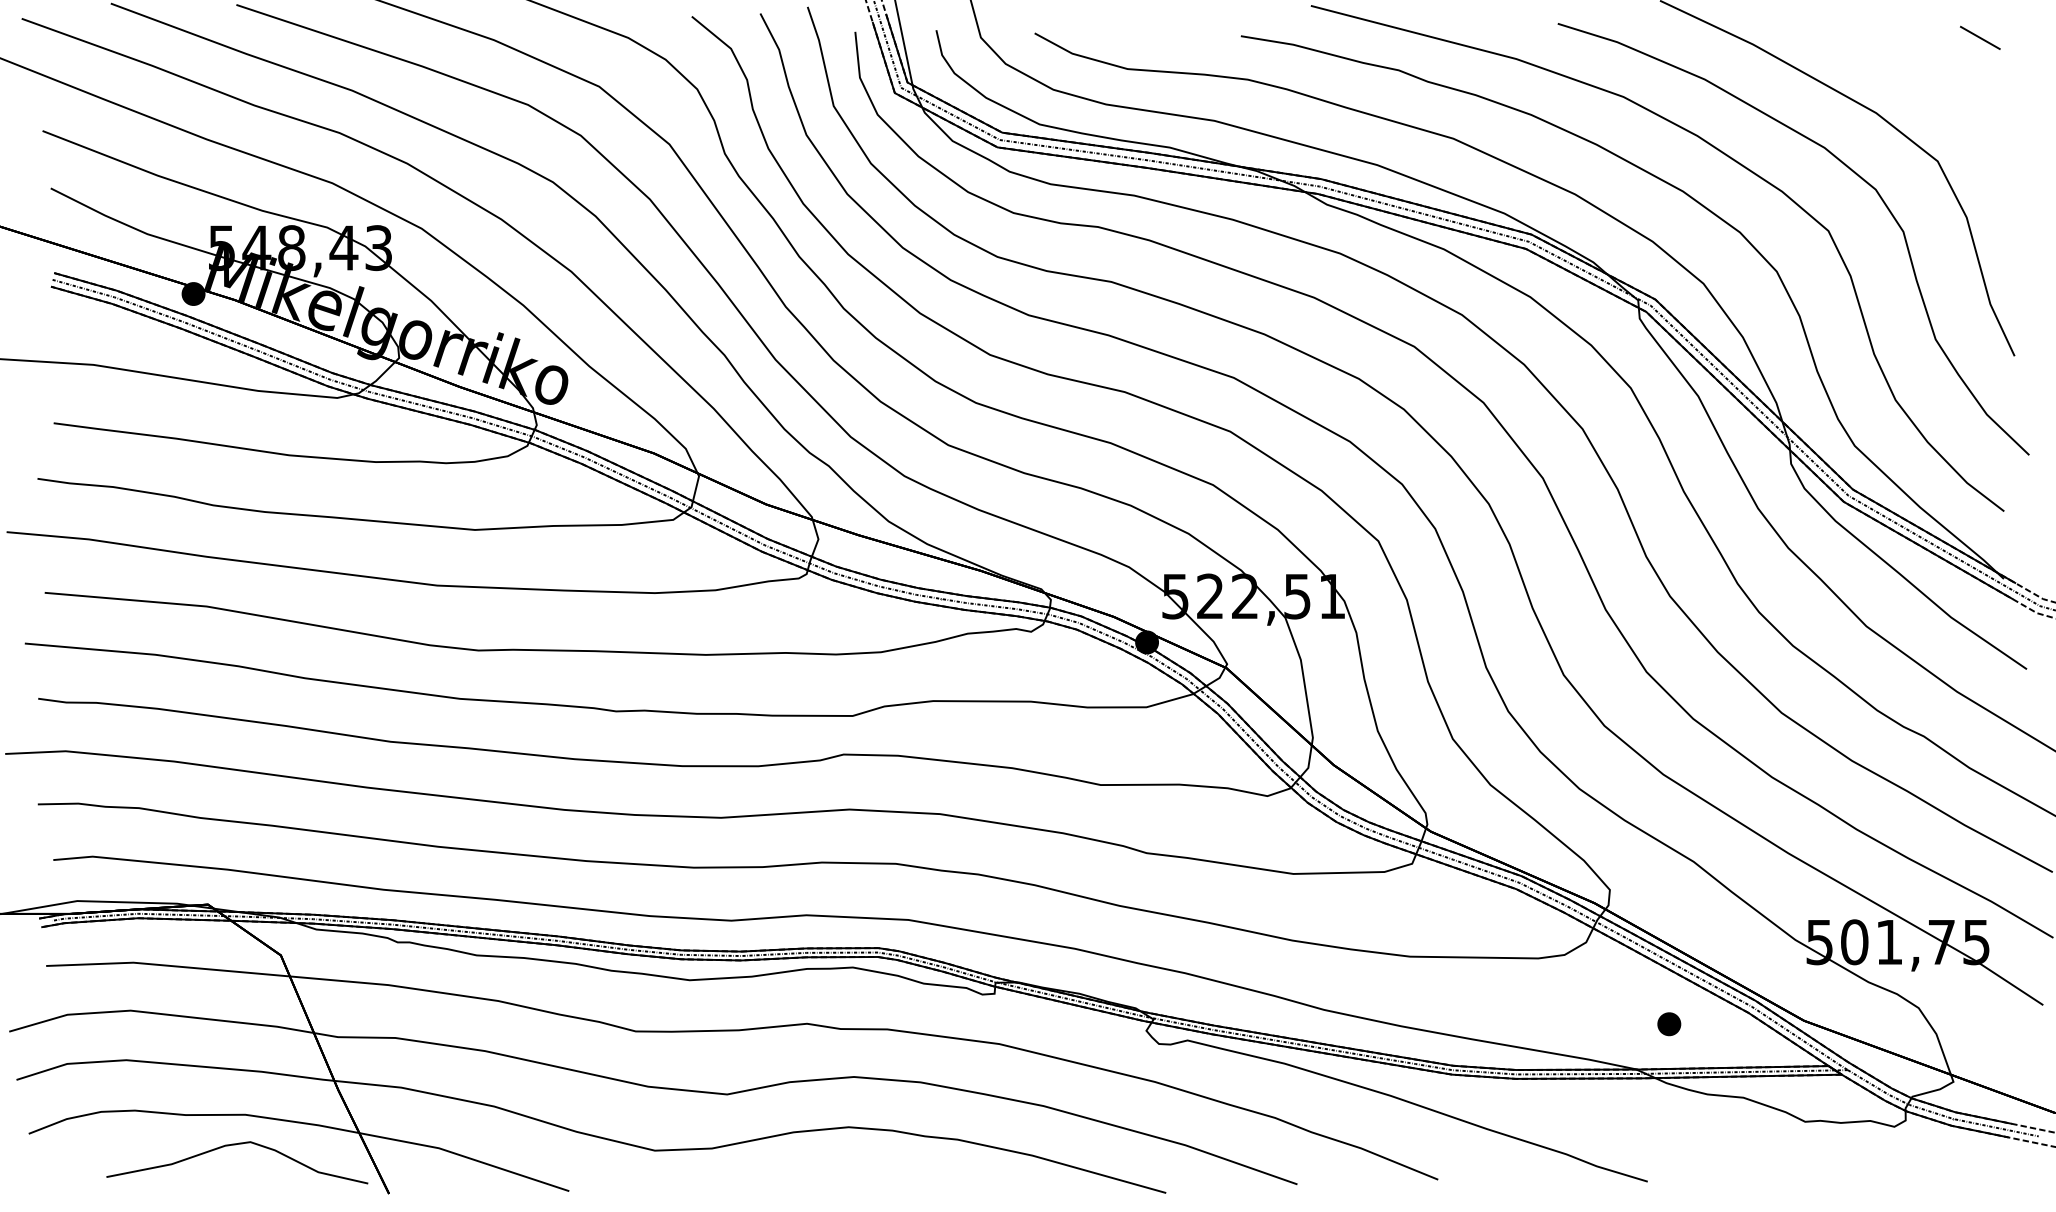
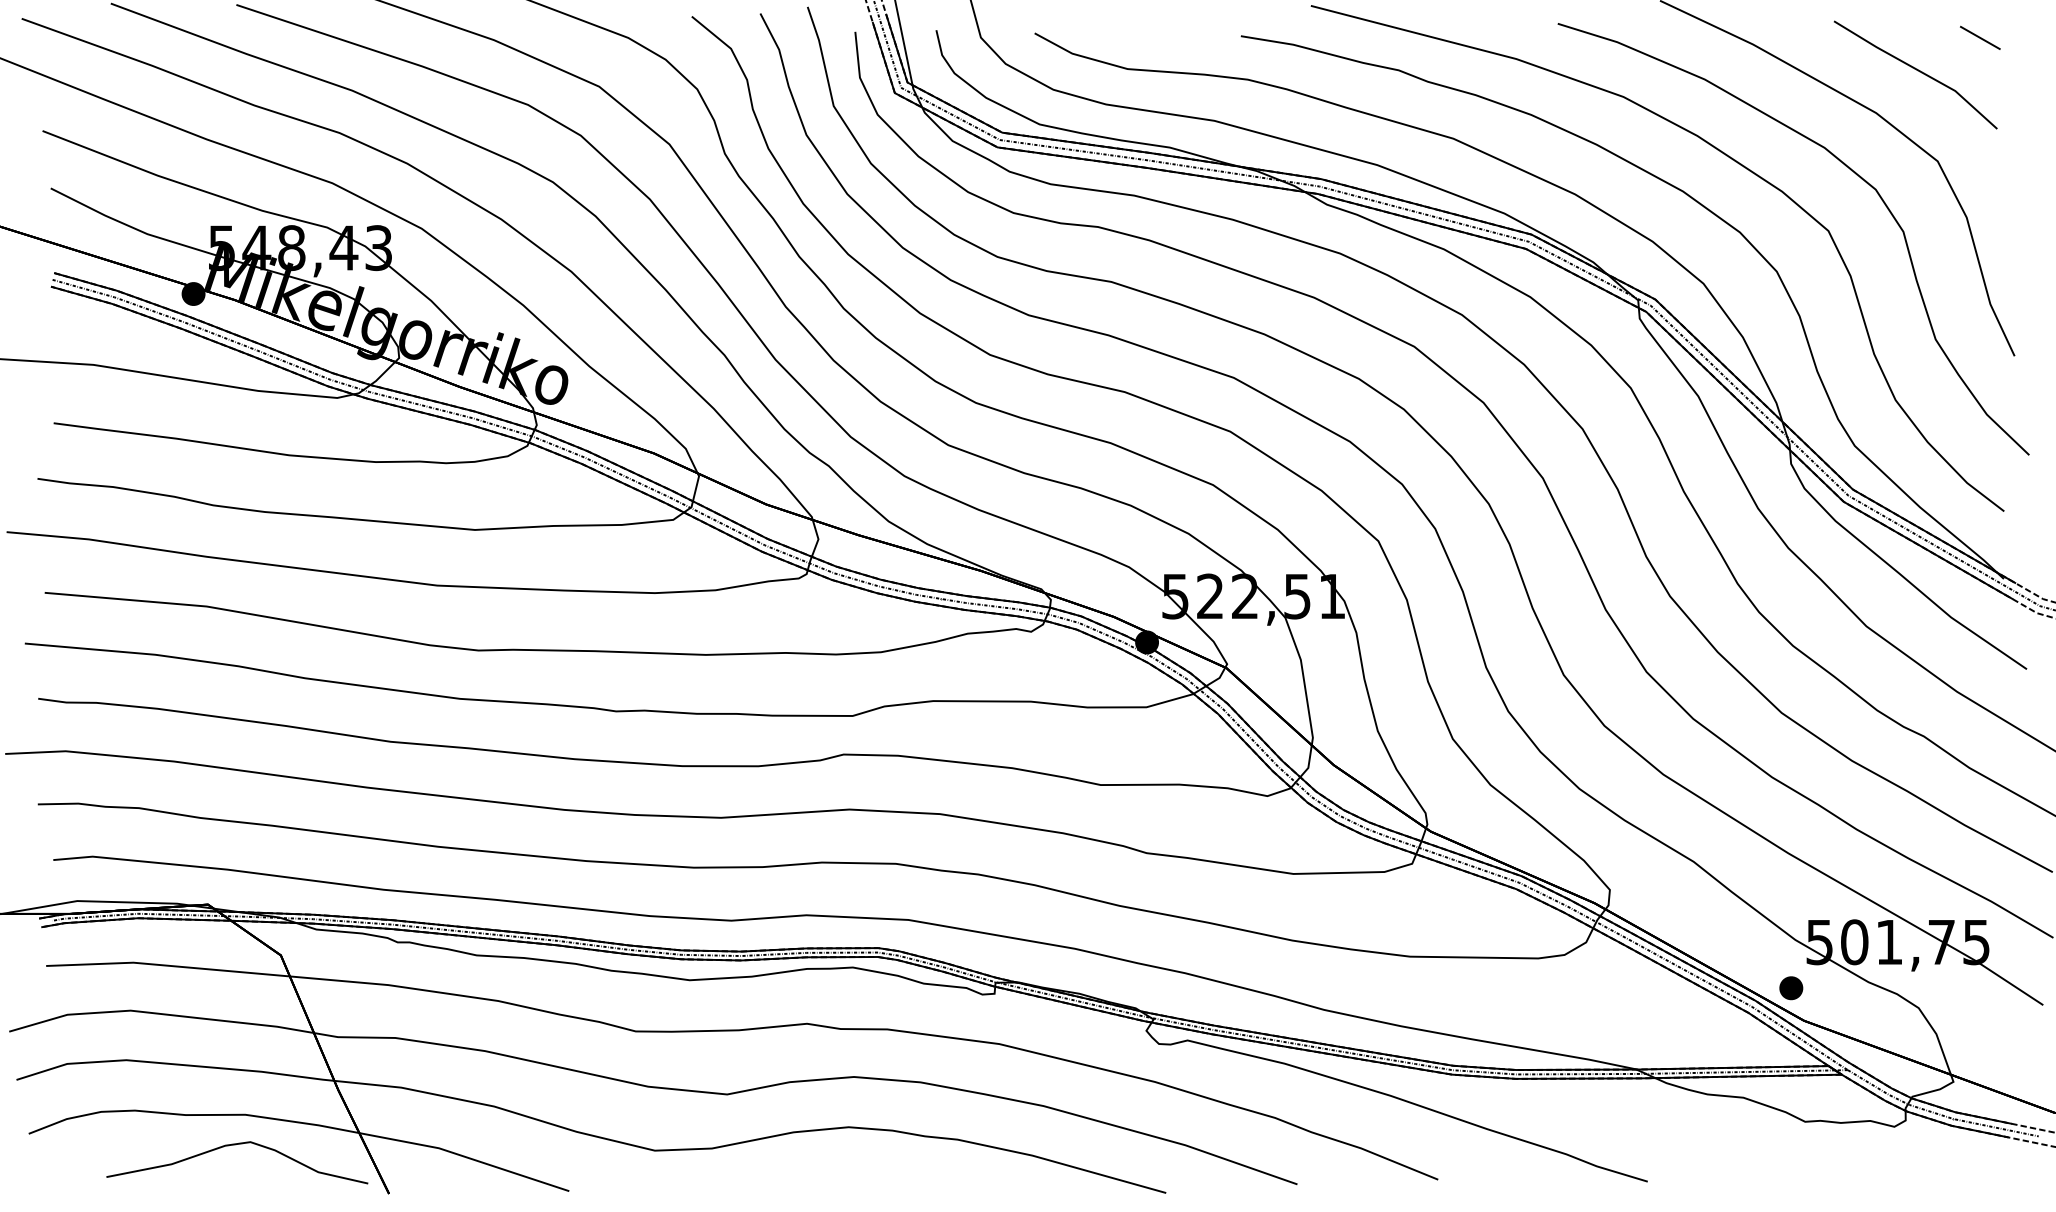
part at (1915, 74): none -> present
part at (1669, 1024) position: (1669, 1024) -> (1791, 988)
